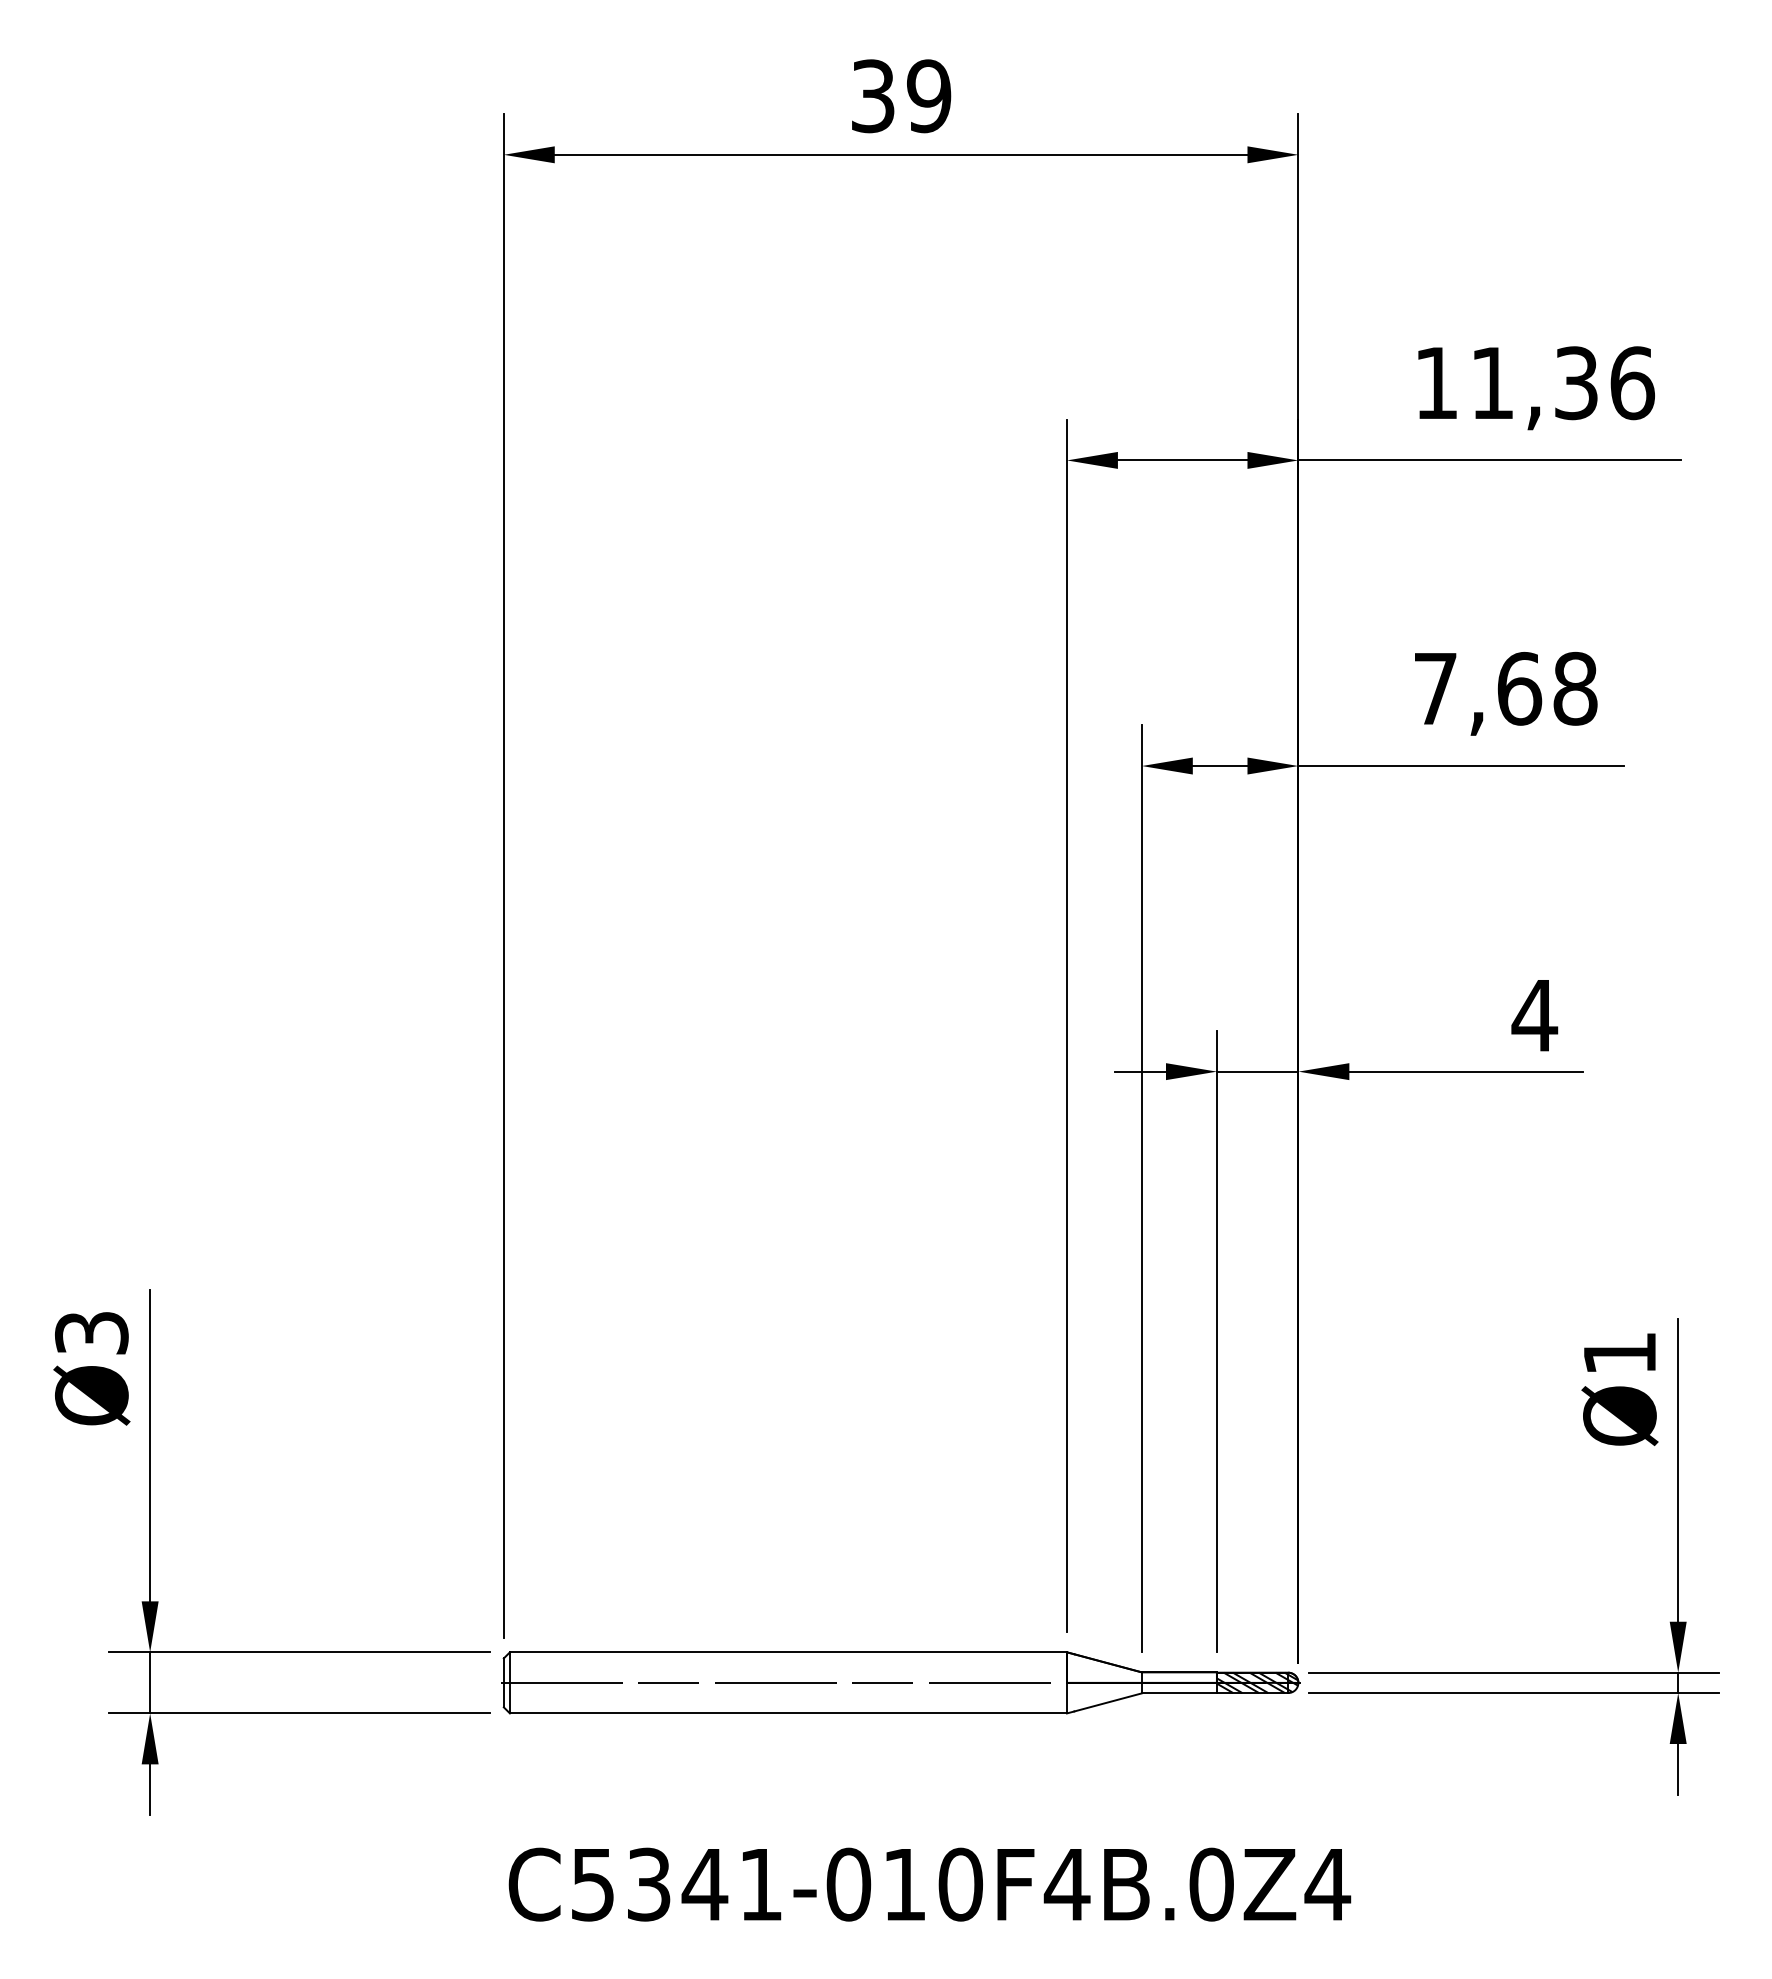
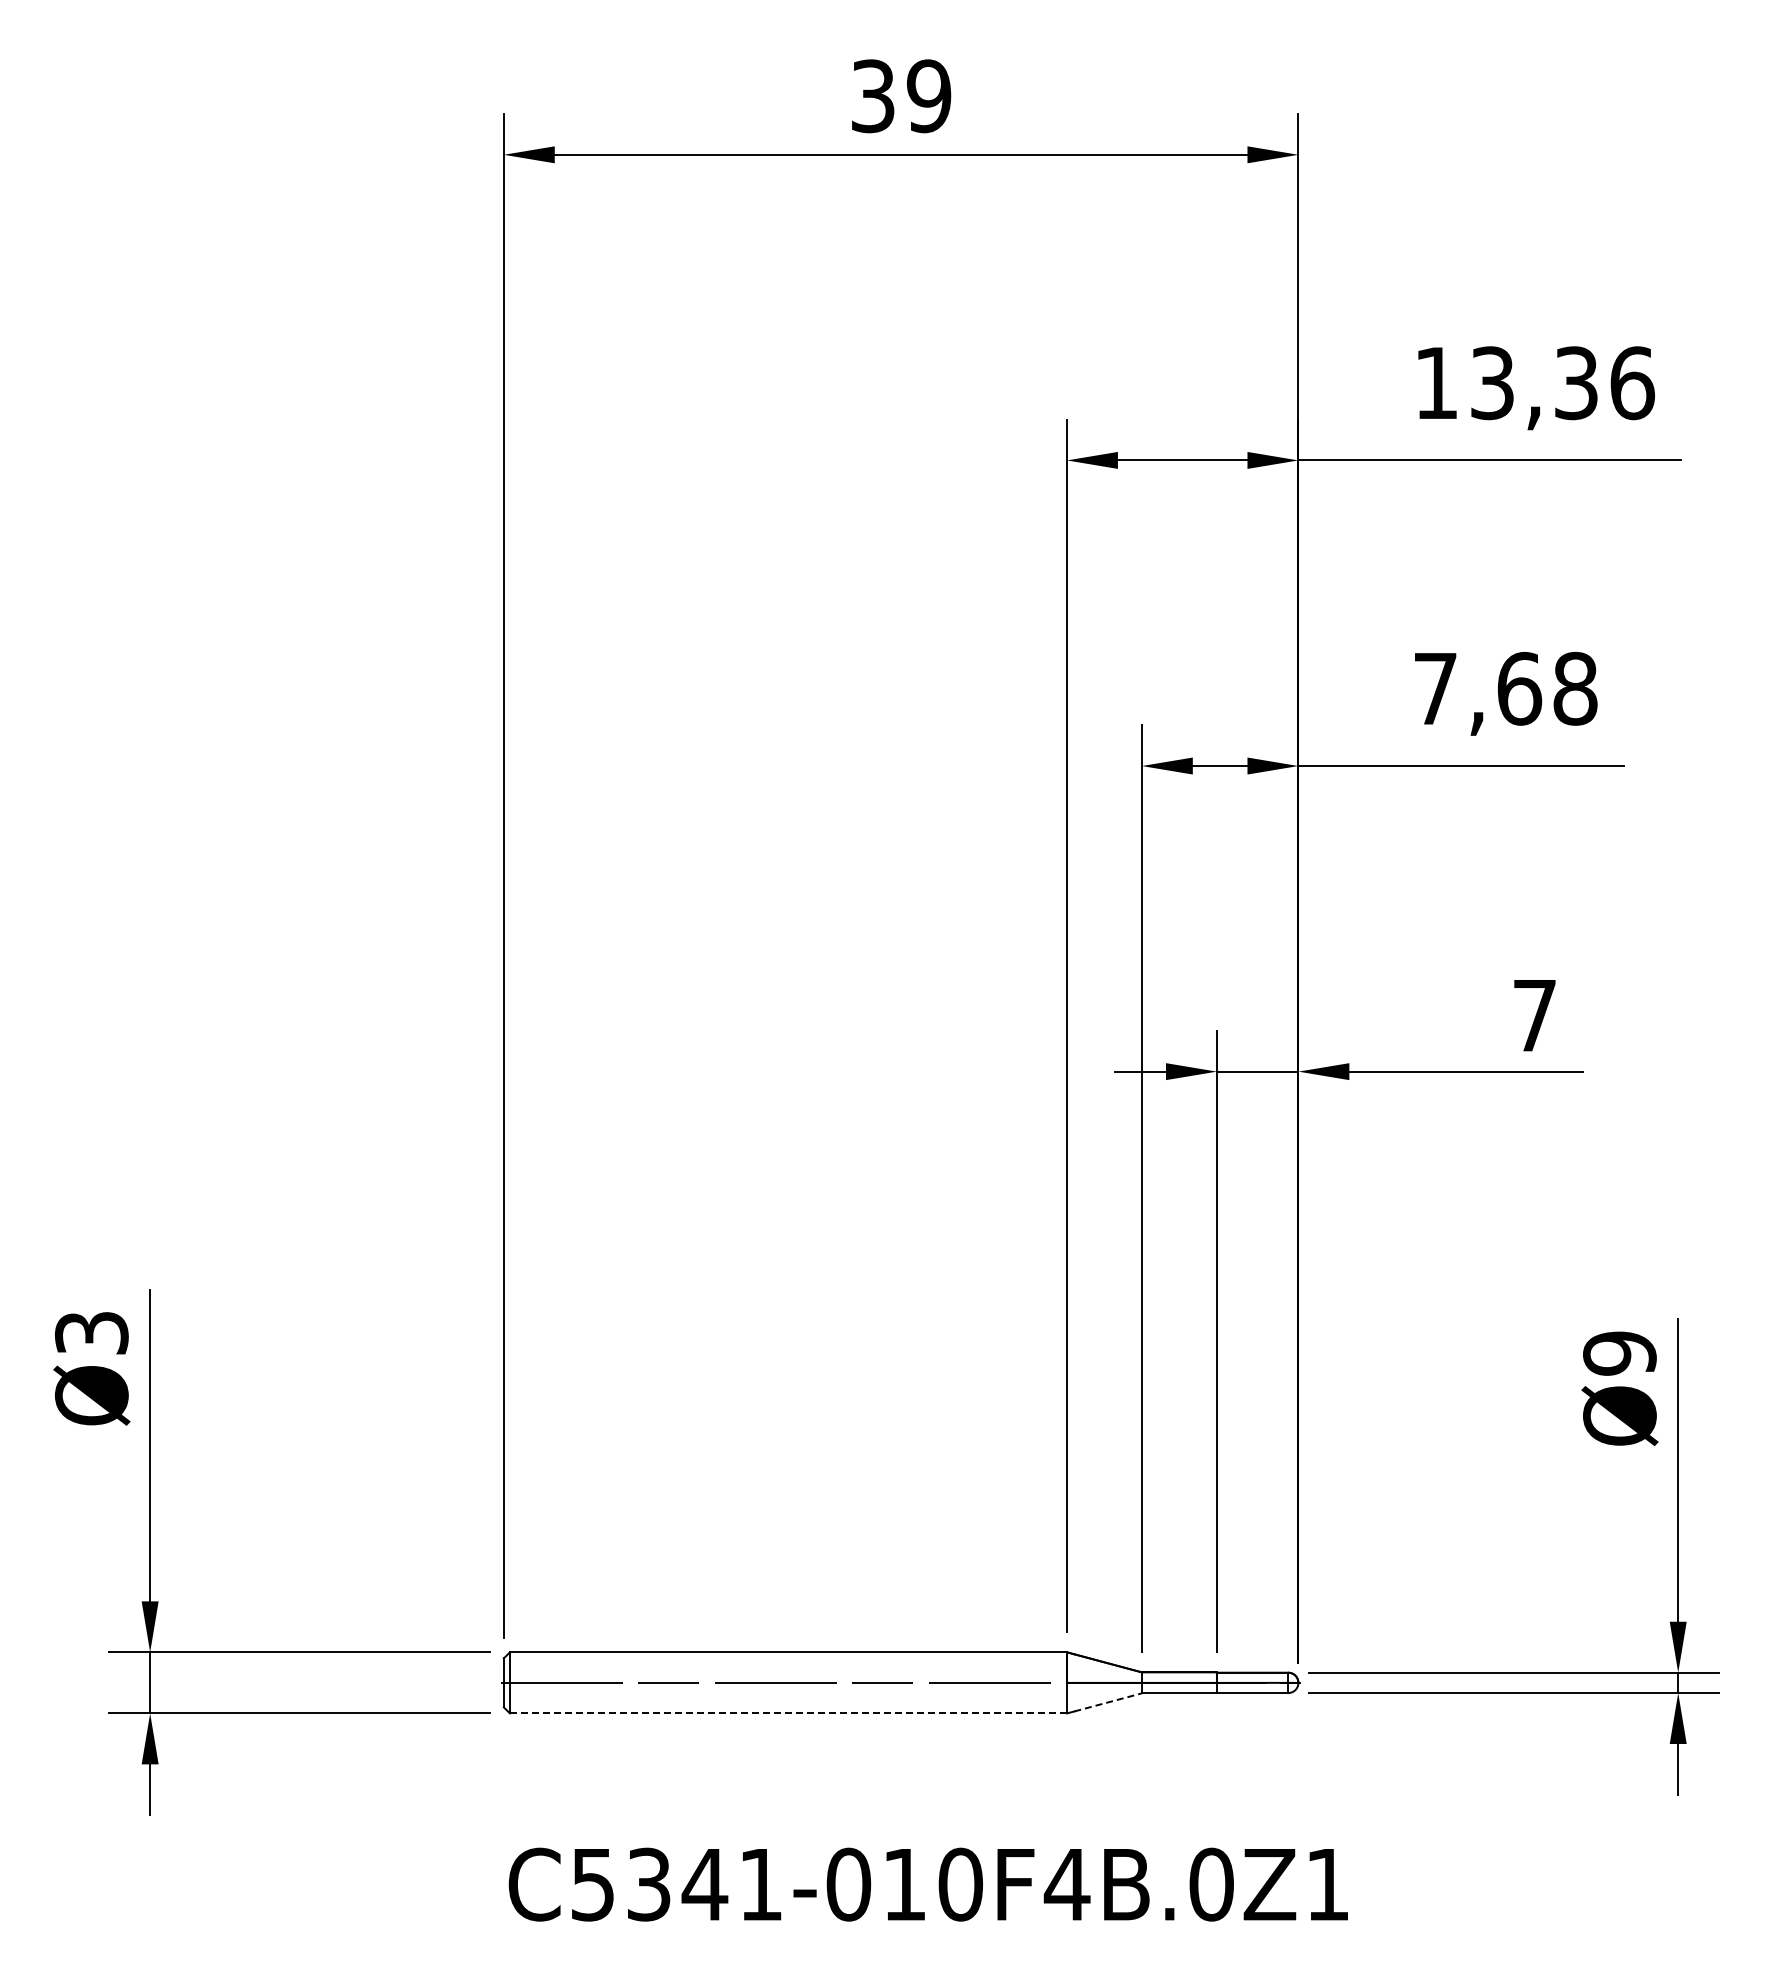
text at (1492, 383): 11,36 -> 13,36
text at (1534, 1015): 4 -> 7
text at (1619, 1353): Ø1 -> Ø9
hatch at (1257, 1682): present -> none
line at (1108, 1702): solid -> dashed
line at (788, 1713): solid -> dashed
text at (1327, 1884): C5341-010F4B.0Z4 -> C5341-010F4B.0Z1
